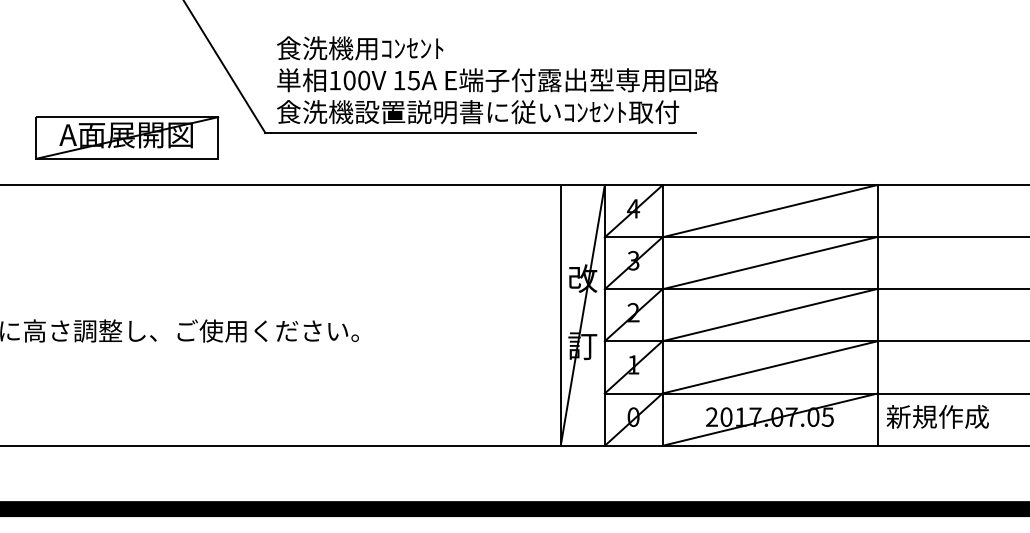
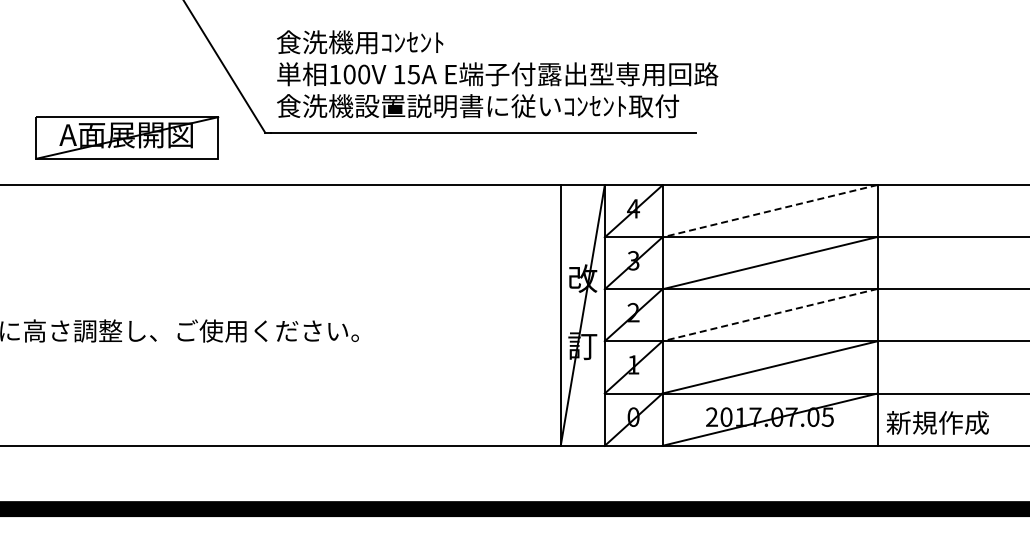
text at (497, 80) position: (497, 80) -> (497, 74)
line at (770, 211): solid -> dashed
line at (770, 315): solid -> dashed
text at (937, 416) position: (937, 416) -> (937, 422)
